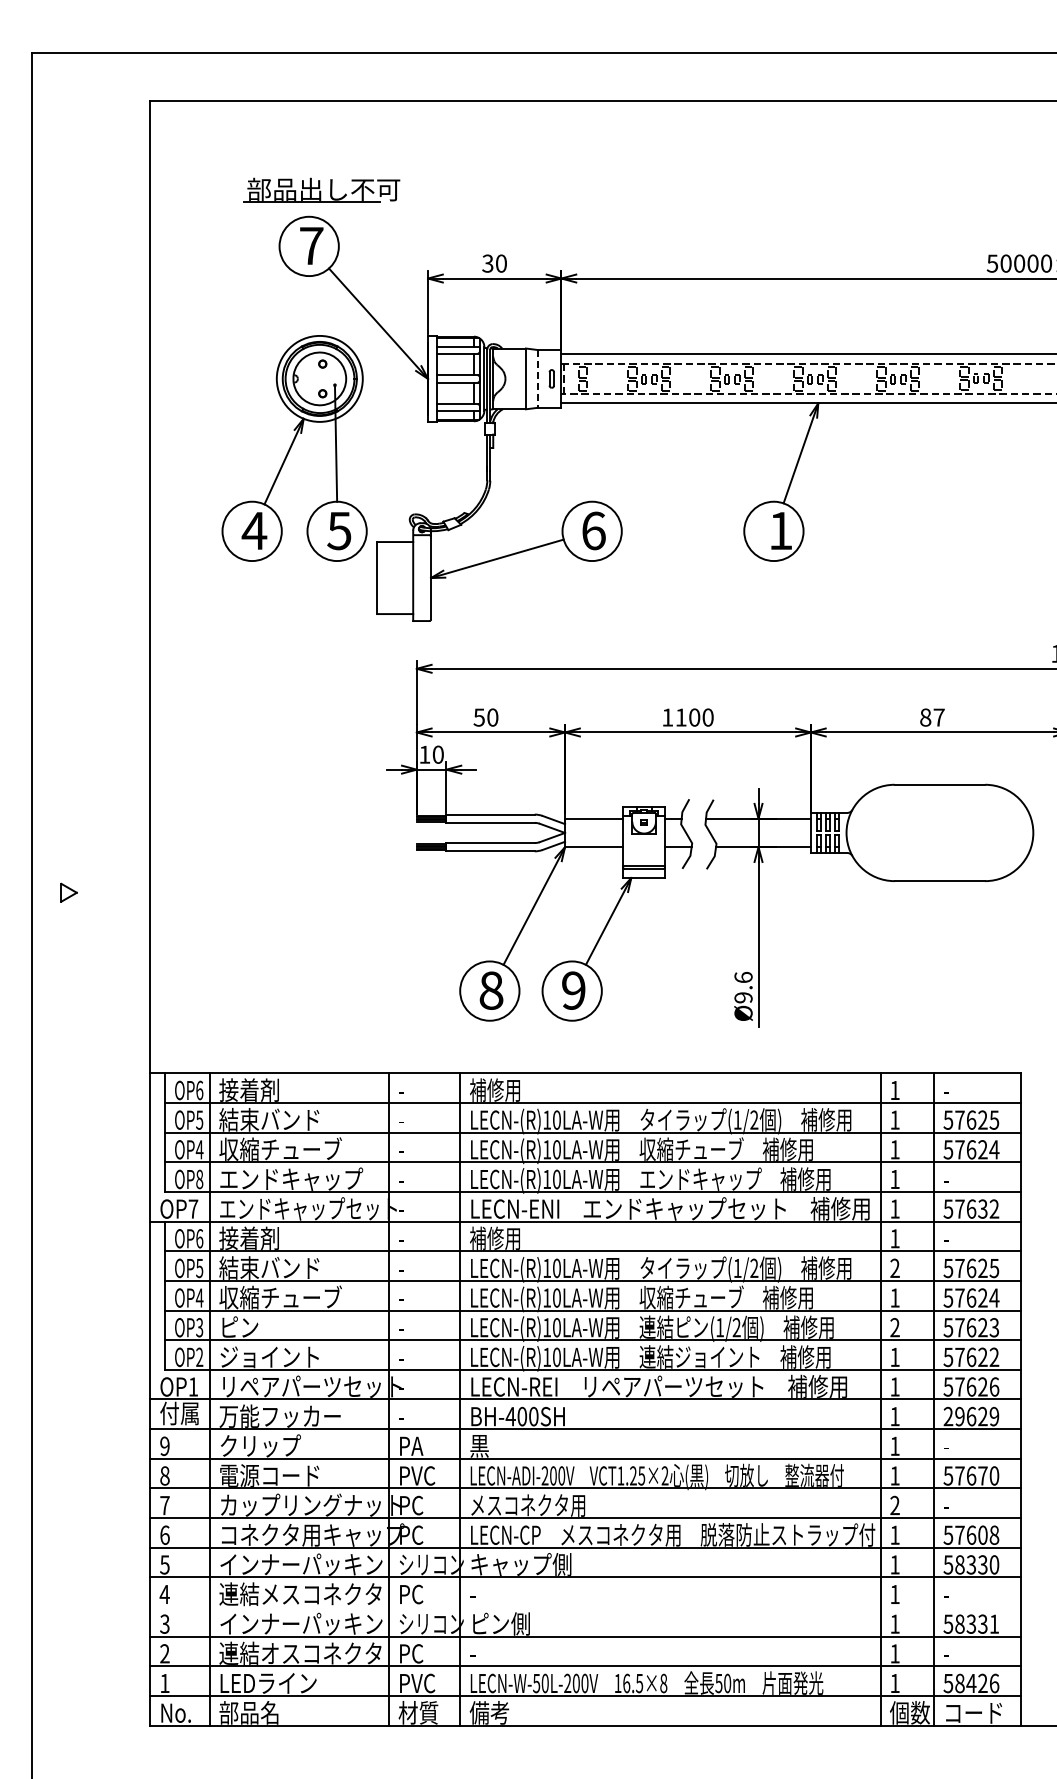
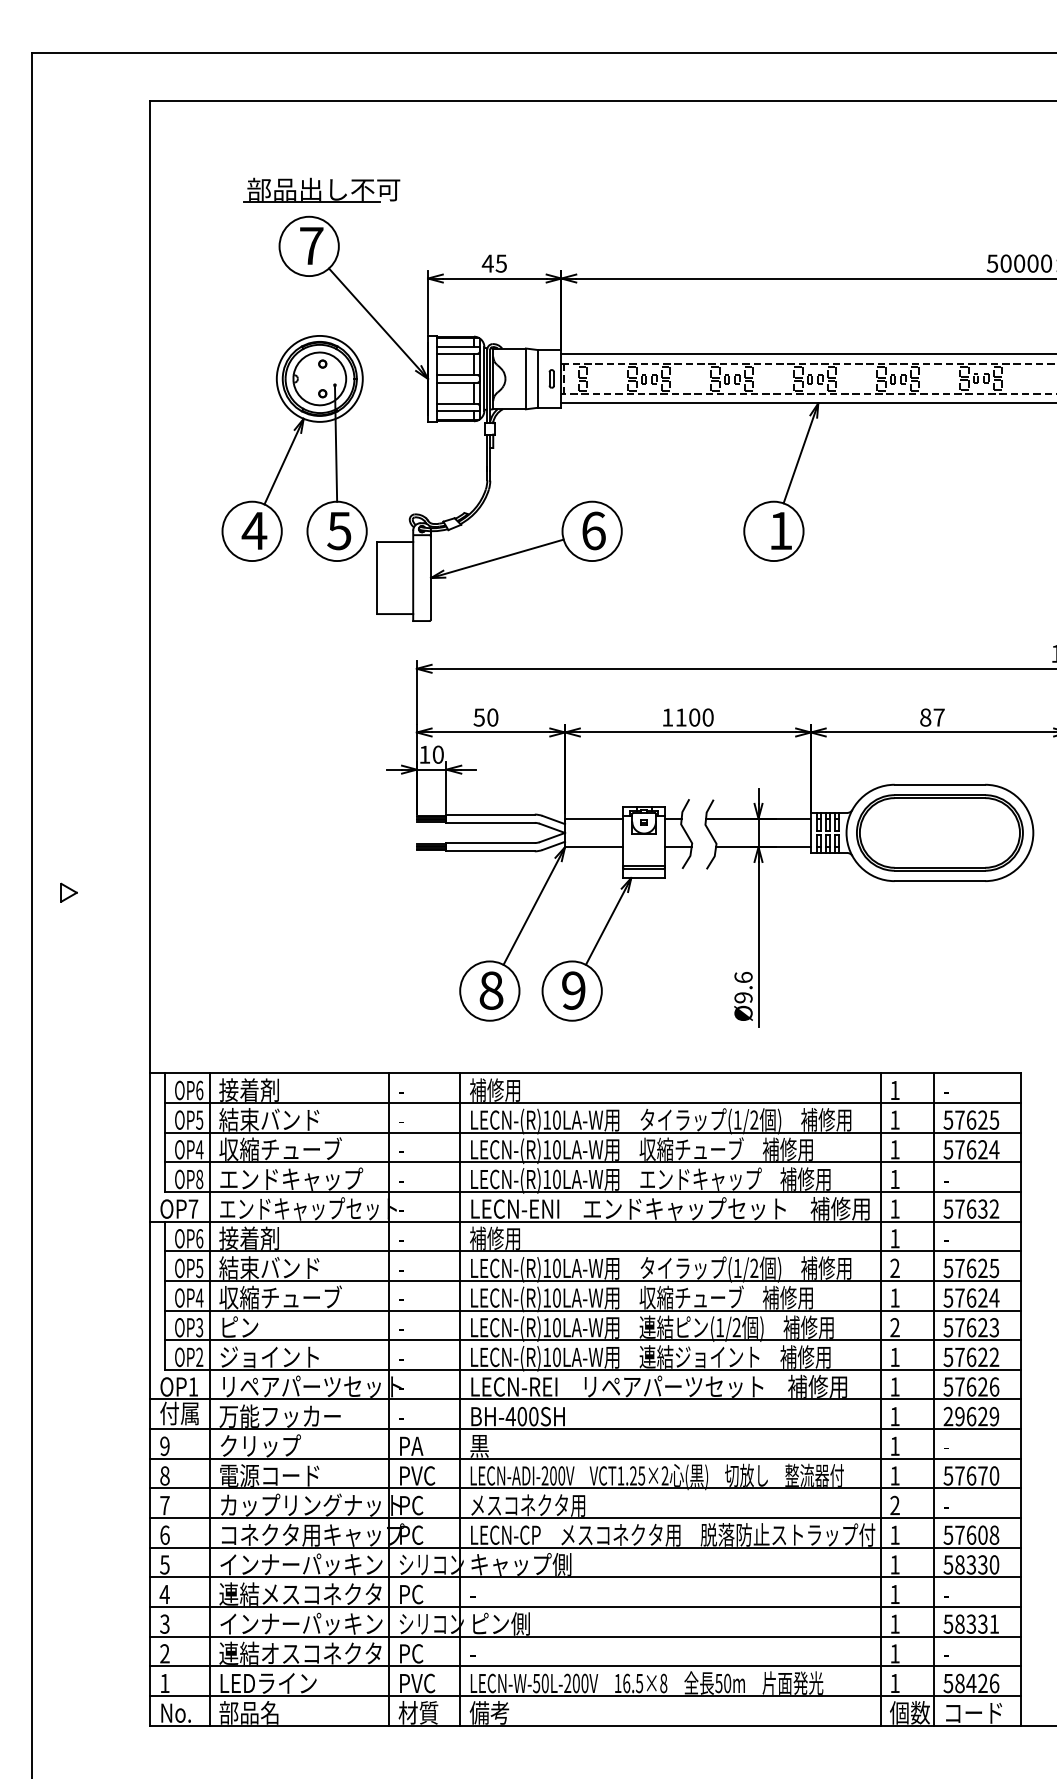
text at (493, 263): 30 -> 45
line at (537, 378): dashed -> solid
part at (939, 832): none -> present
line at (585, 1607): none -> present
